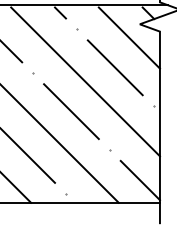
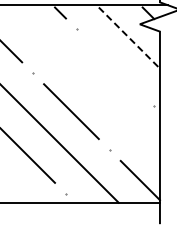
line at (129, 38): solid -> dashed
line at (114, 67): present -> none
line at (85, 81): present -> none
line at (16, 187): present -> none
